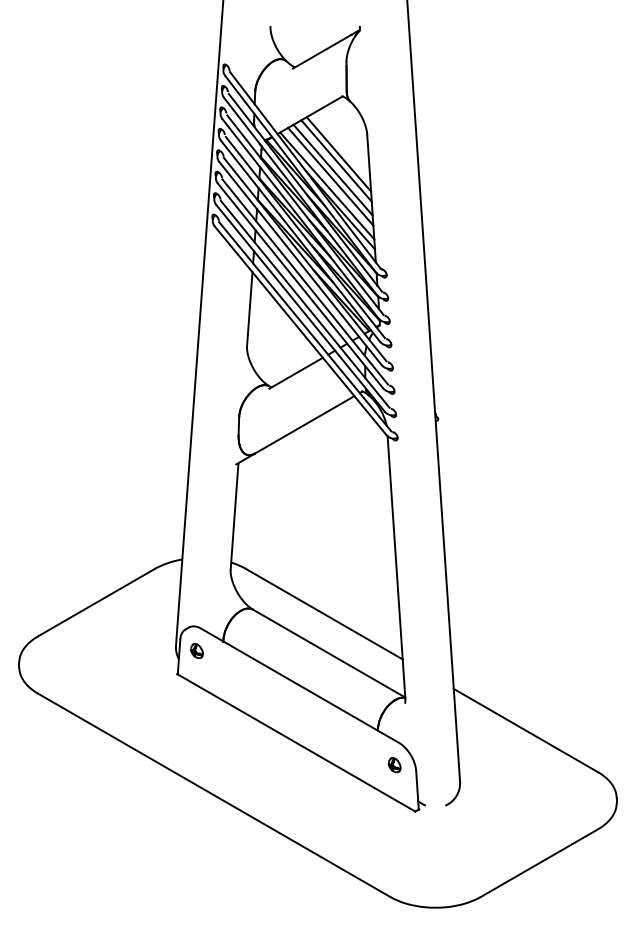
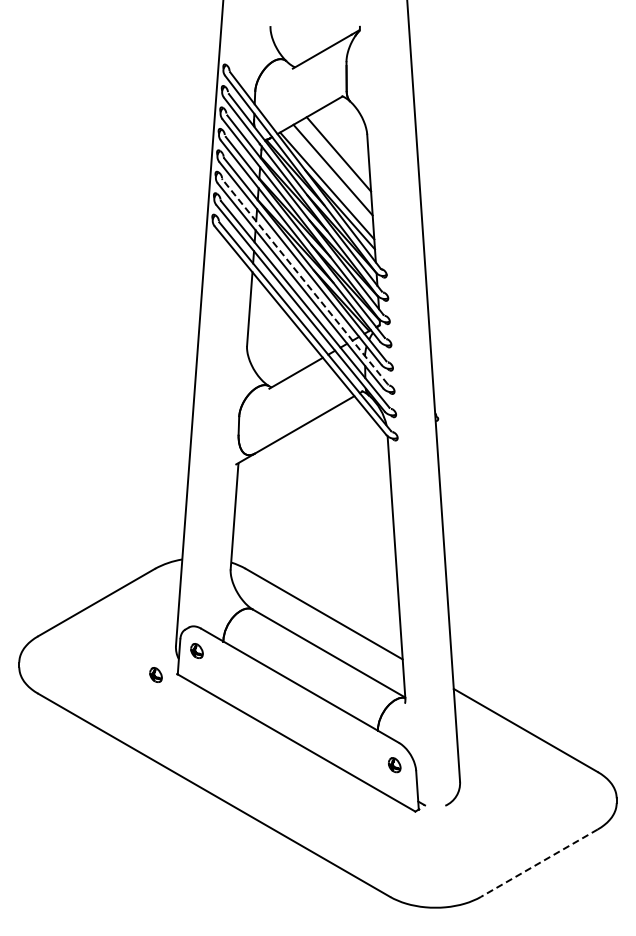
line at (336, 160): present -> none
line at (330, 176): present -> none
line at (304, 281): solid -> dashed
part at (155, 674): none -> present
line at (538, 863): solid -> dashed
